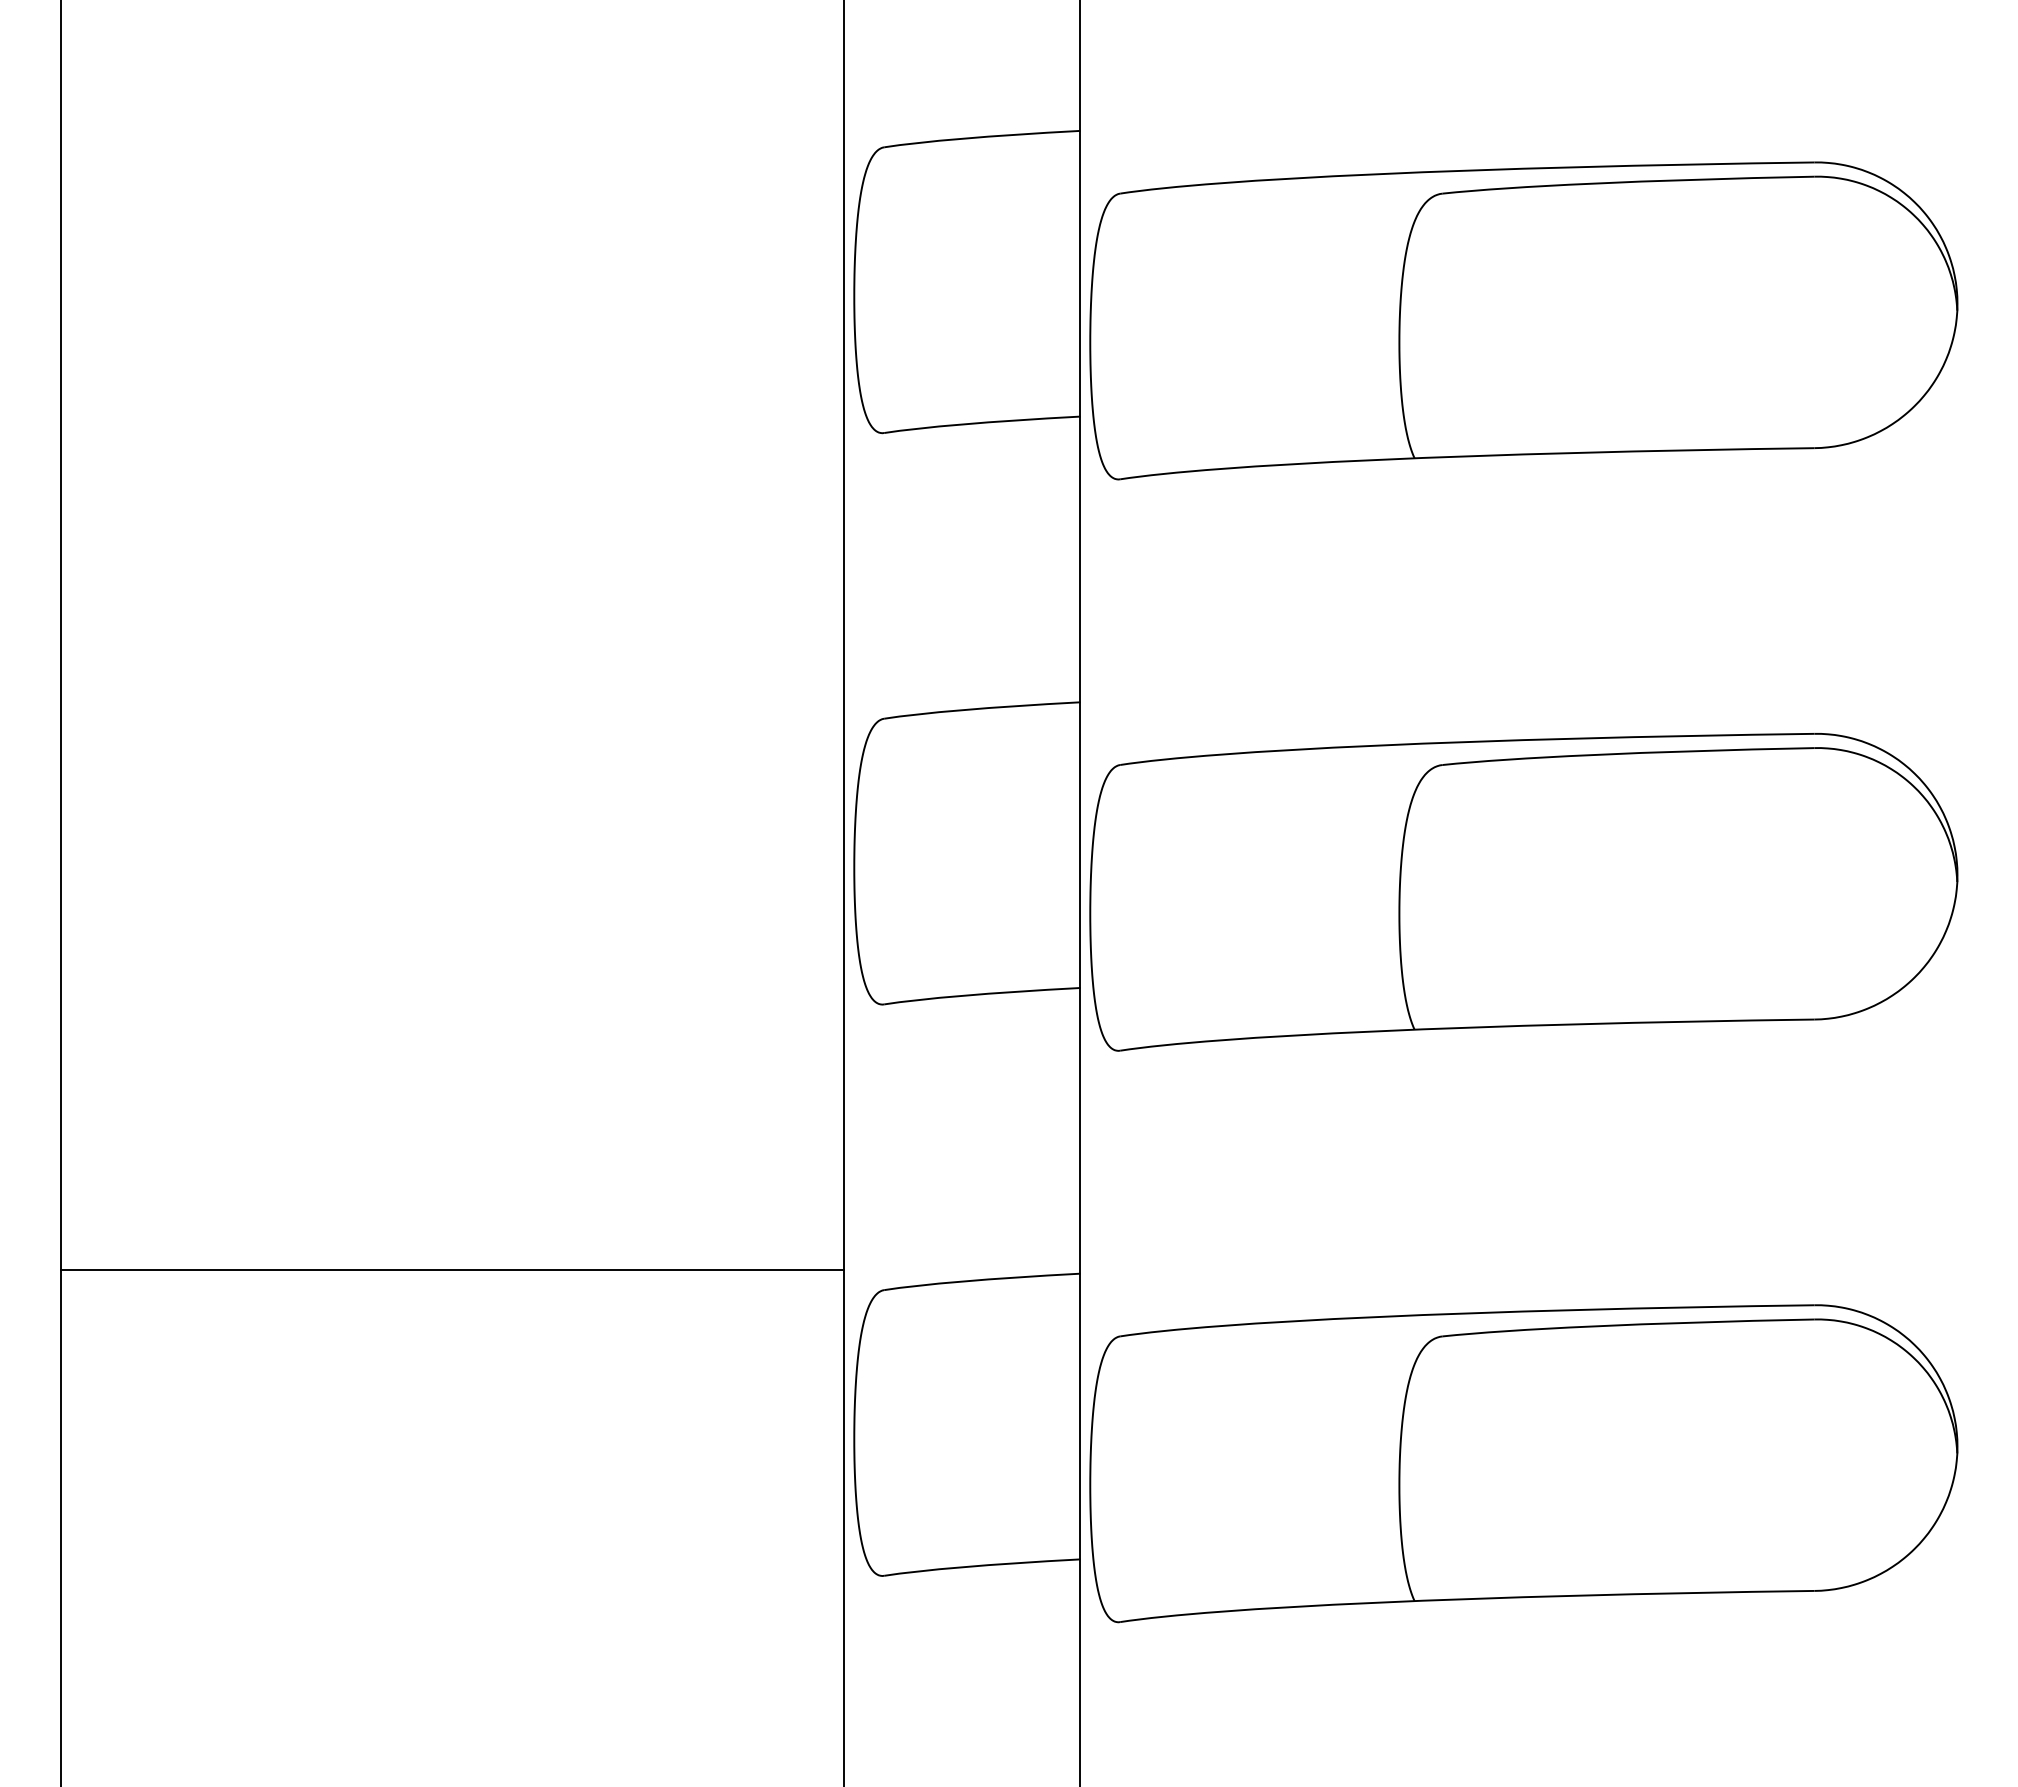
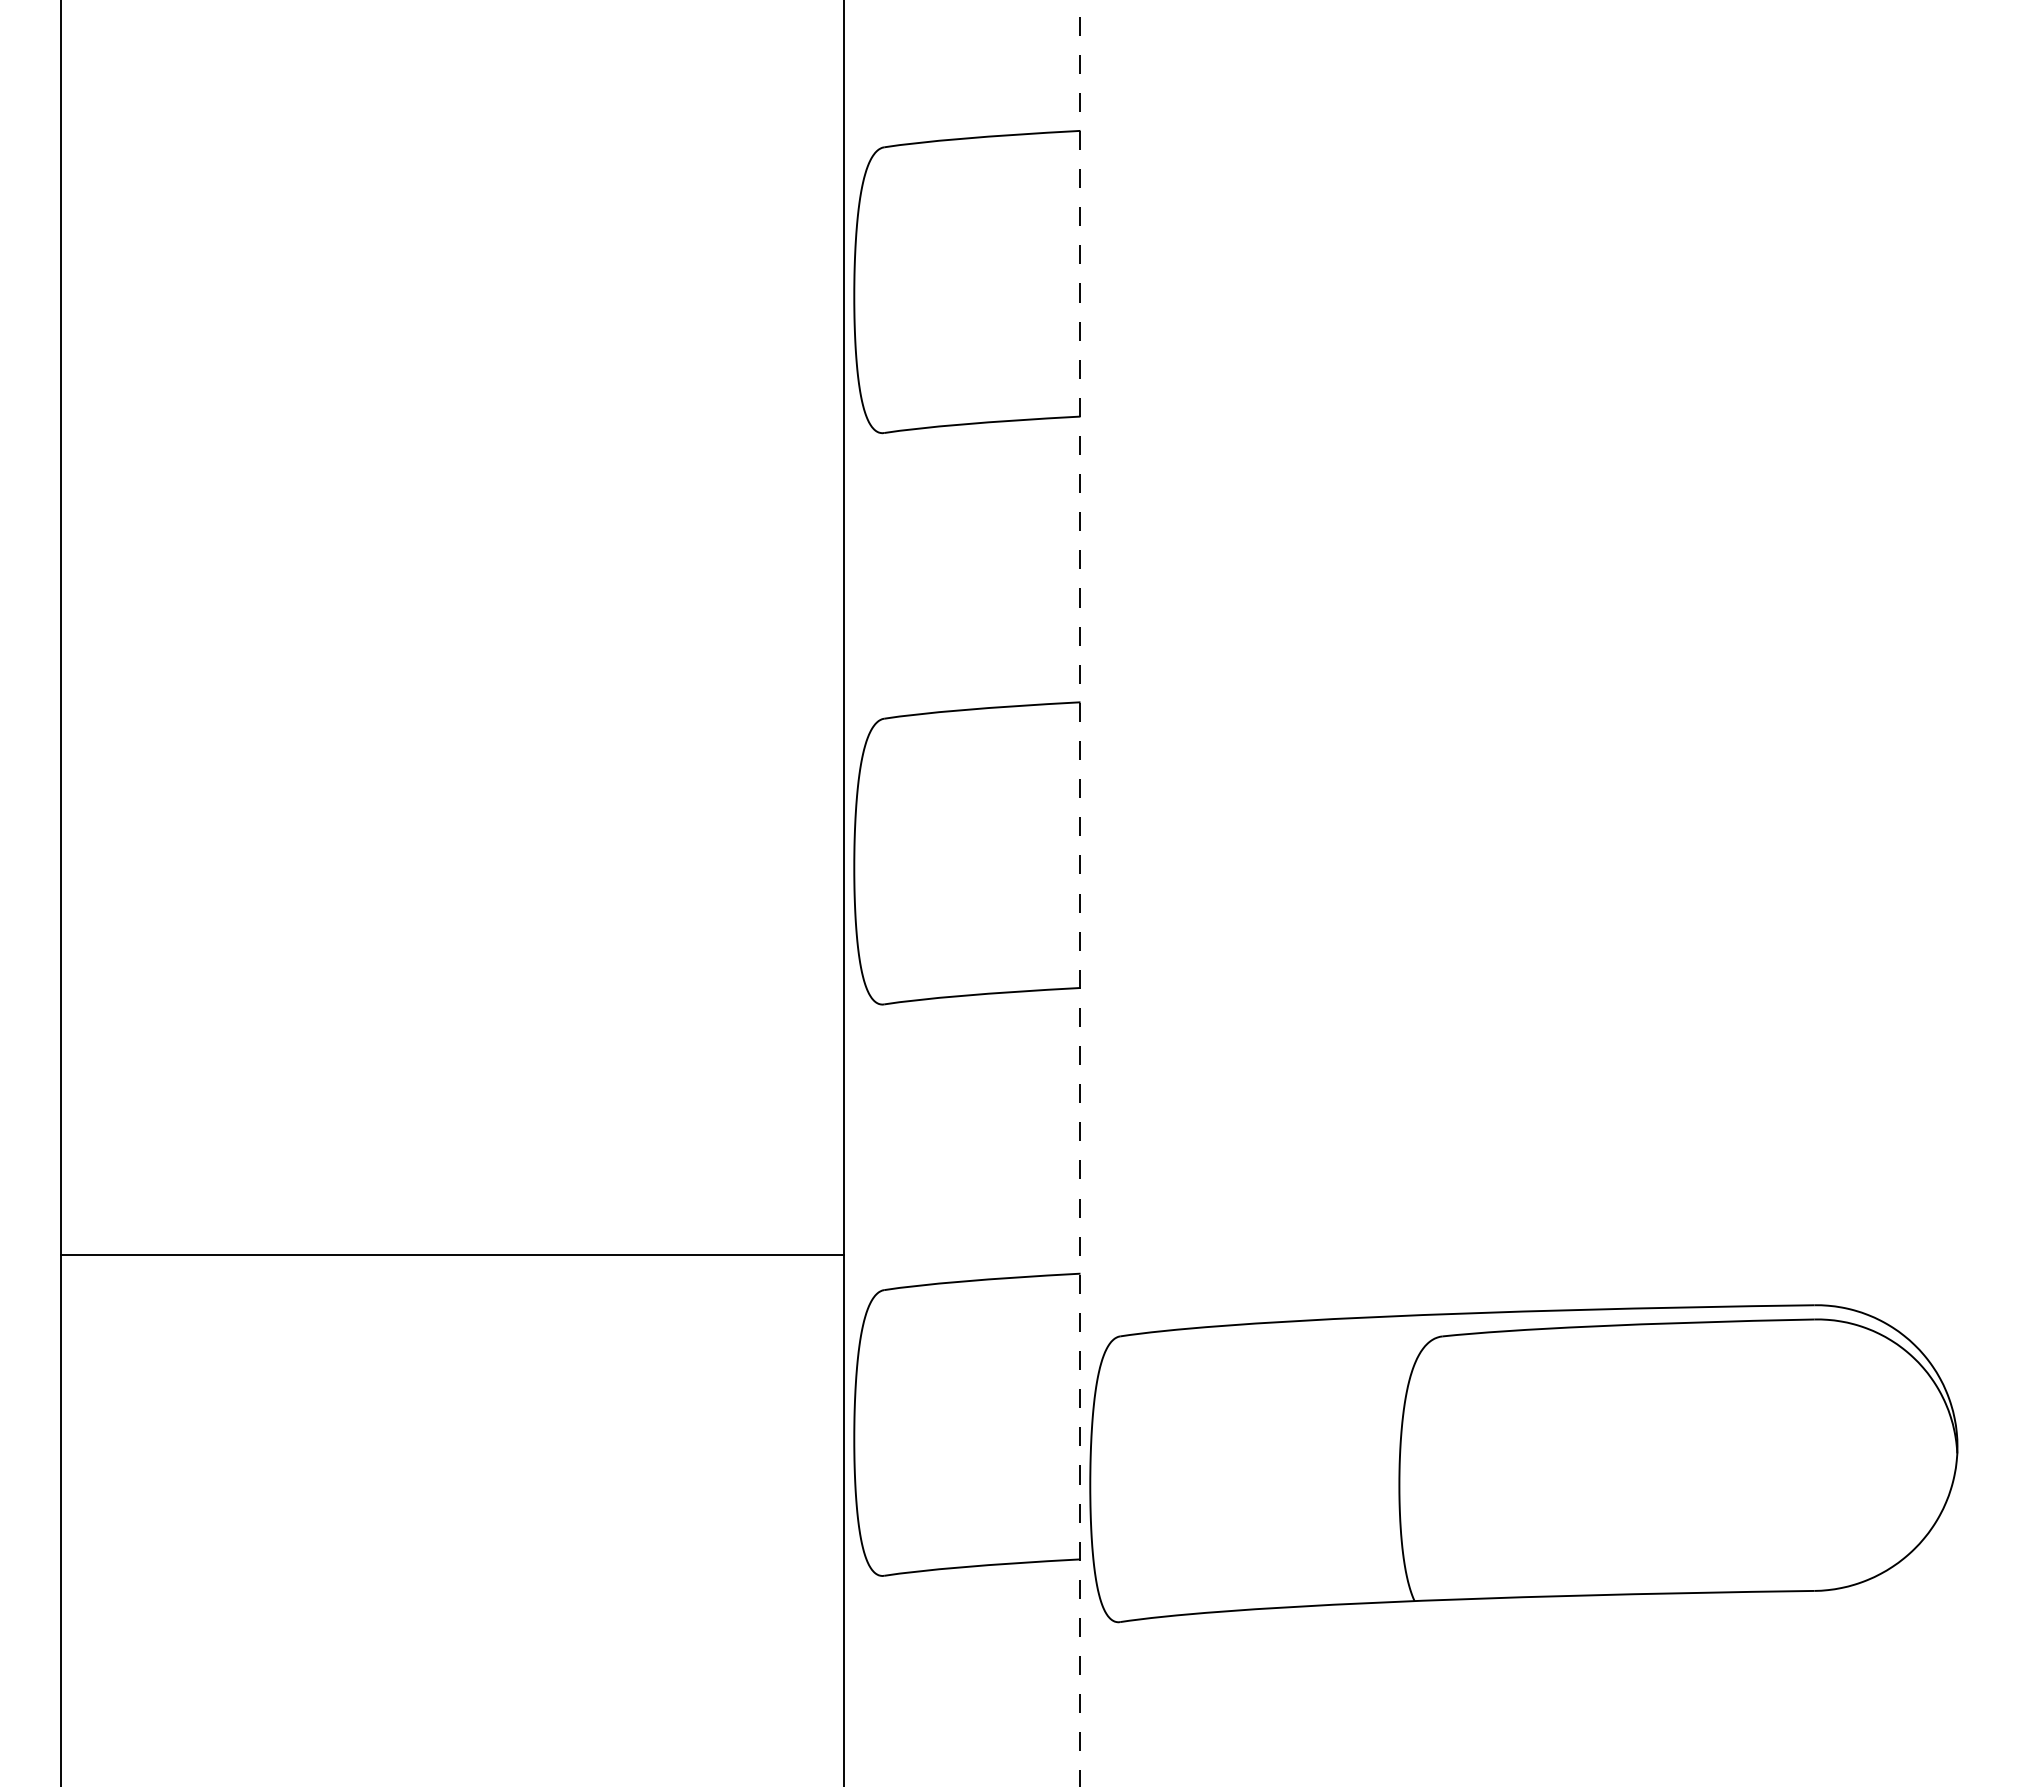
part at (1523, 320): present -> none
part at (1523, 892): present -> none
line at (1080, 893): solid -> dashed
line at (452, 1269) position: (452, 1269) -> (452, 1254)
